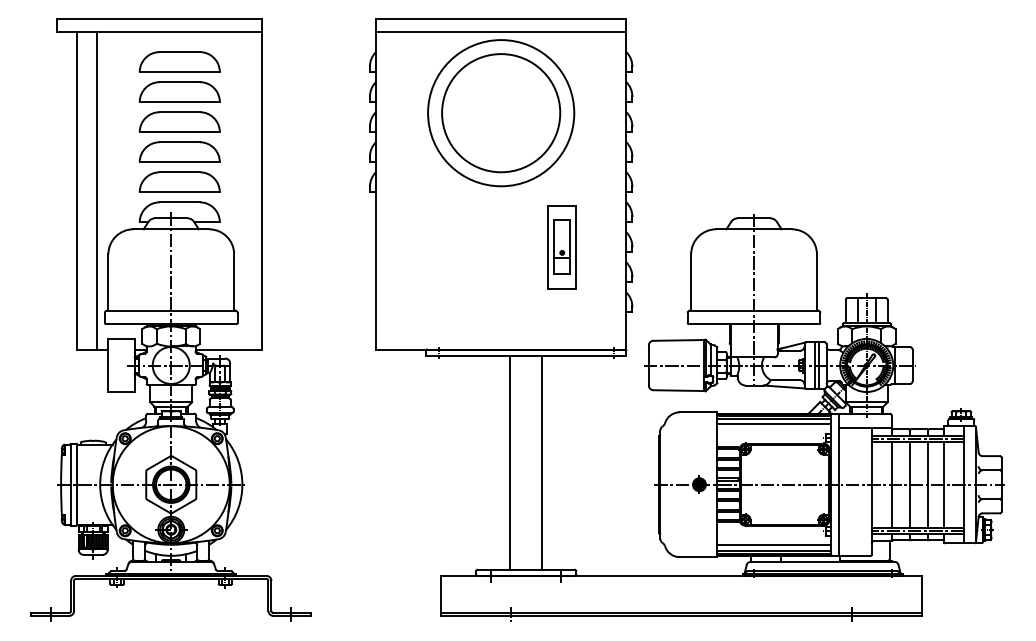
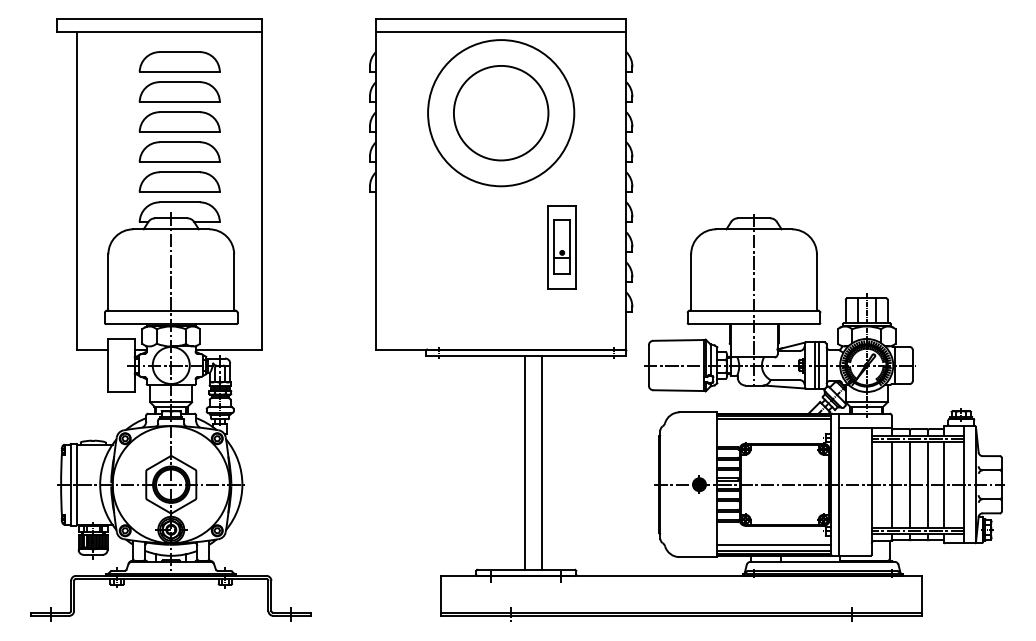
circle at (501, 113) diameter: 118 px -> 95 px
line at (97, 190): present -> none
line at (773, 424): present -> none
line at (510, 462) position: (510, 462) -> (525, 462)
